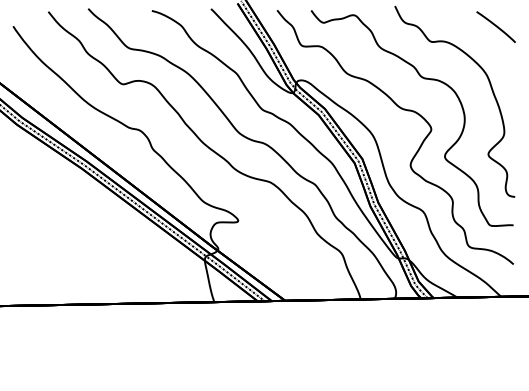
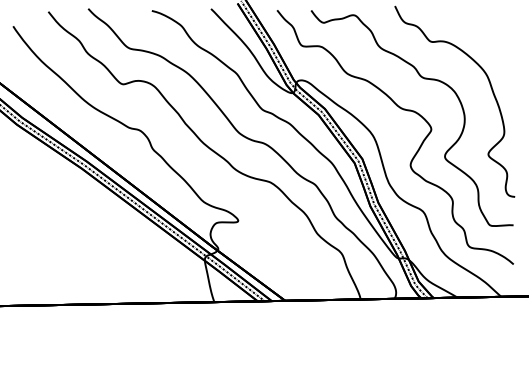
line at (495, 26): present -> none
